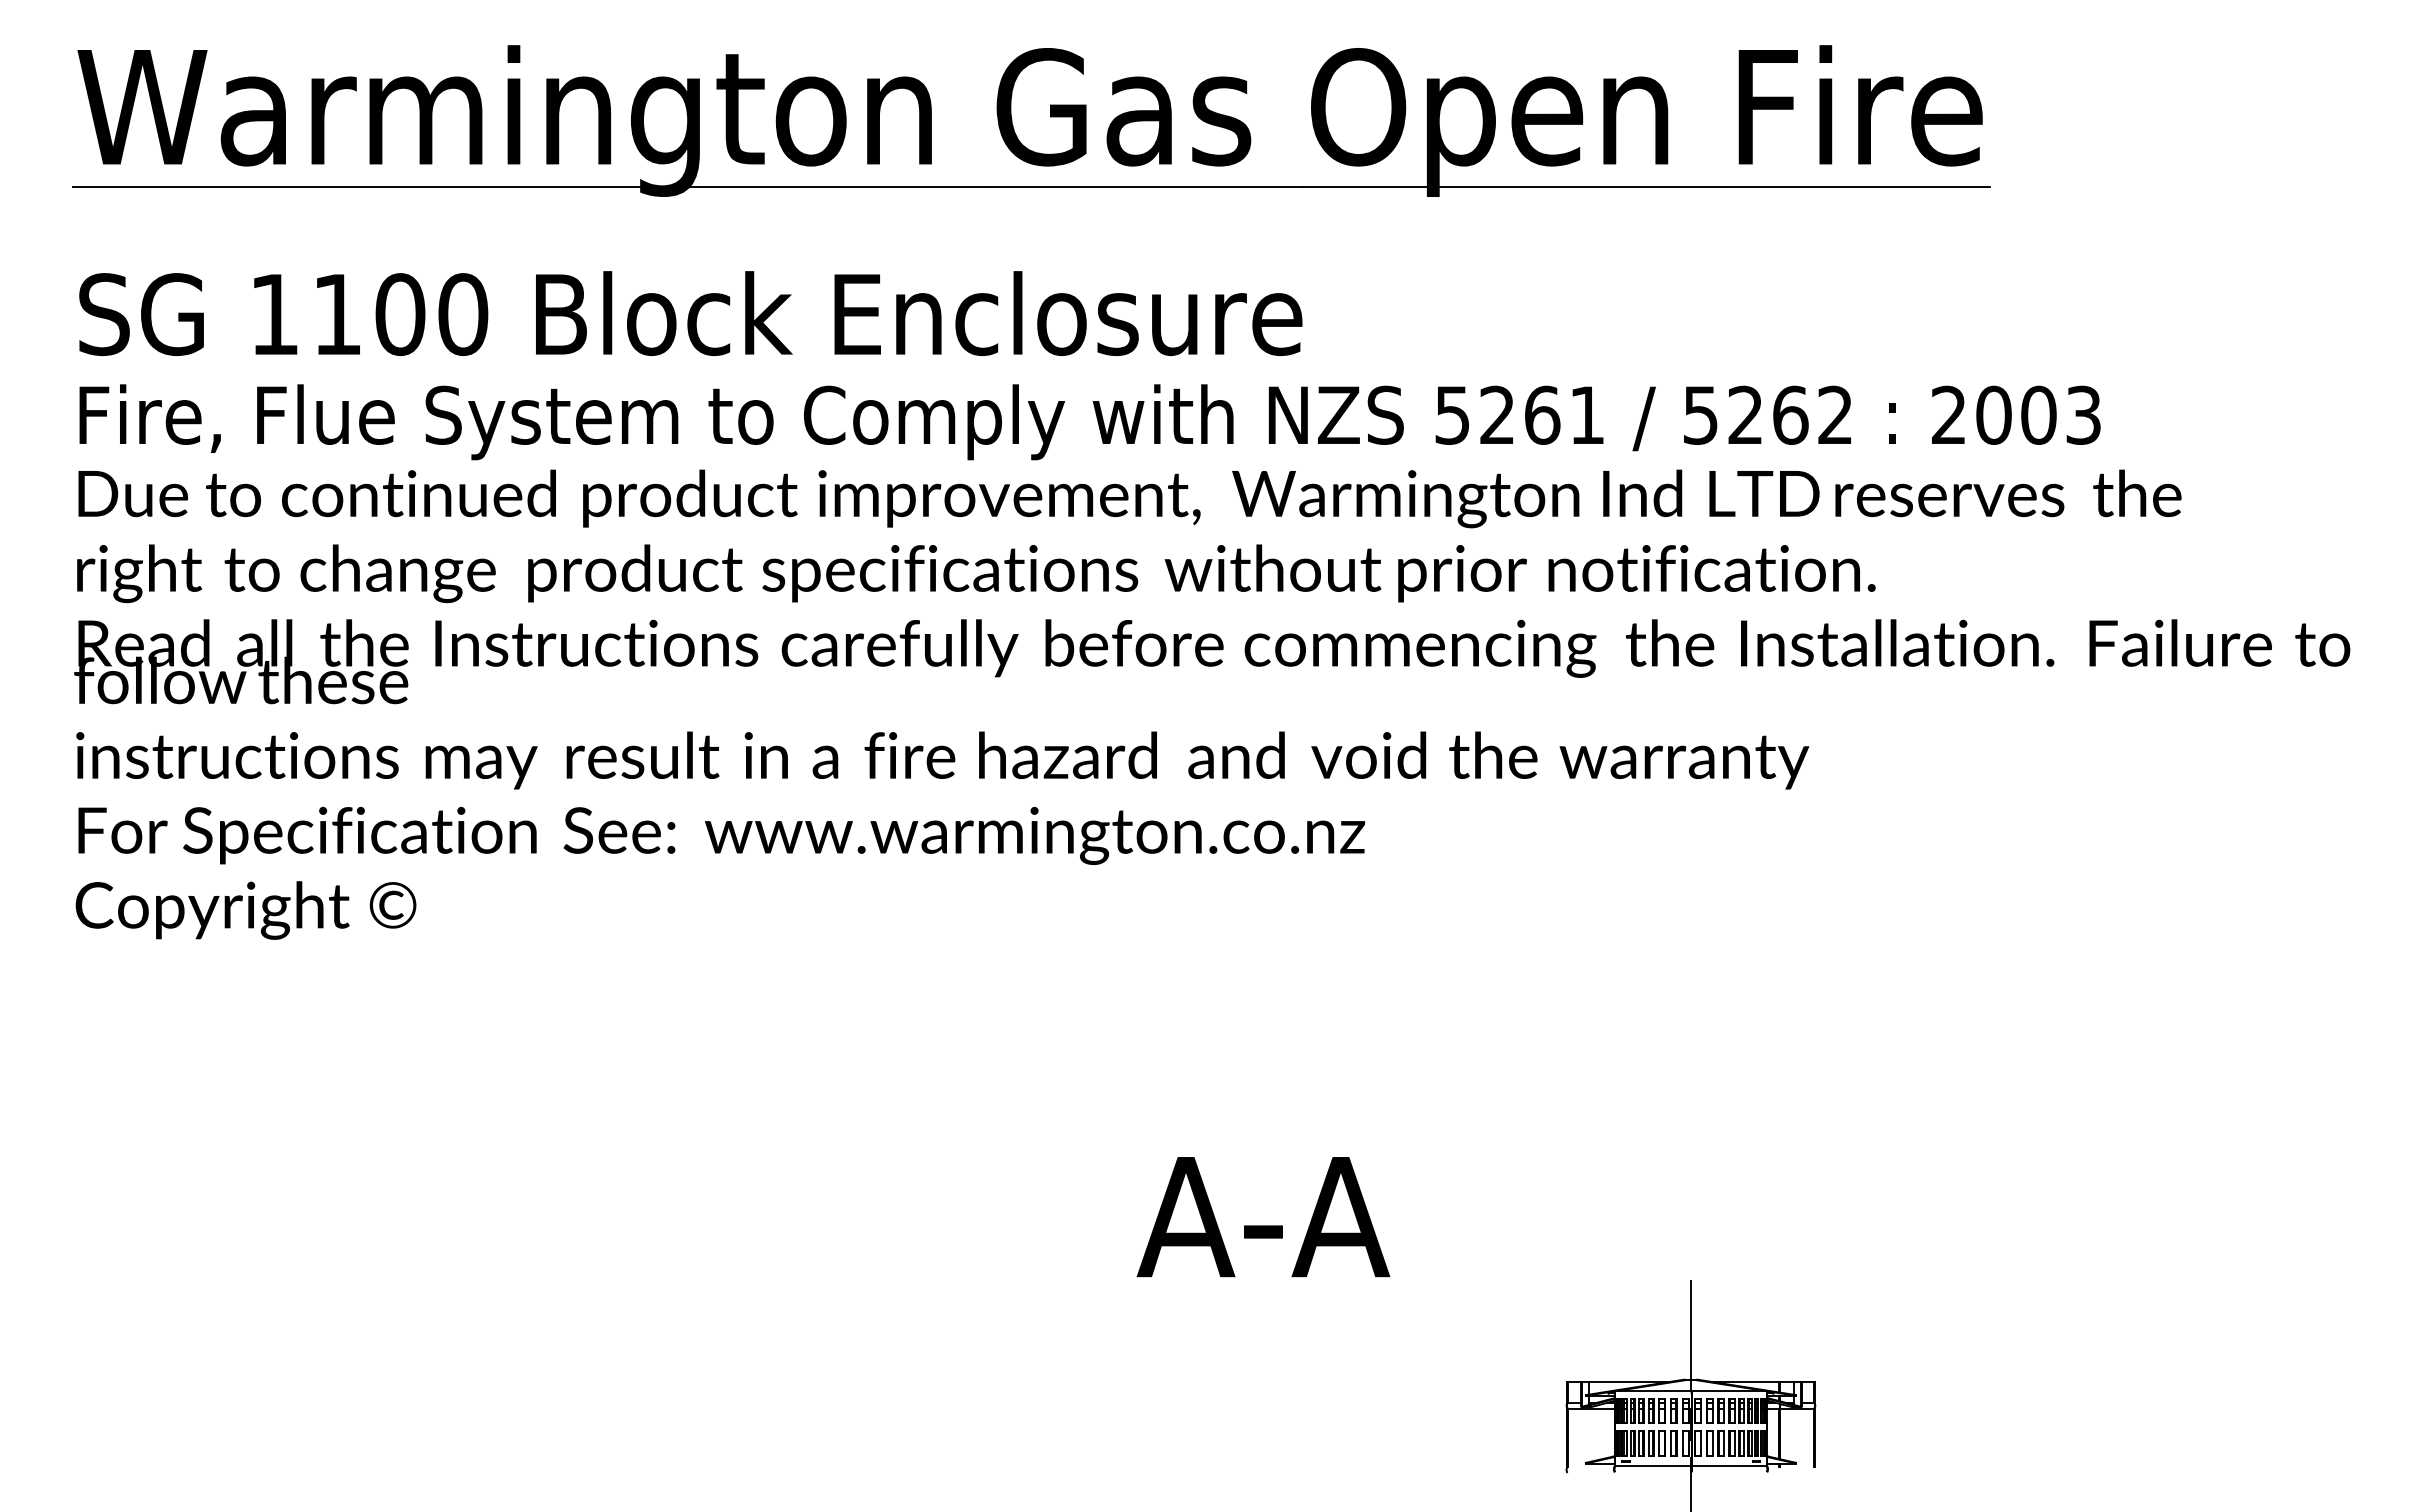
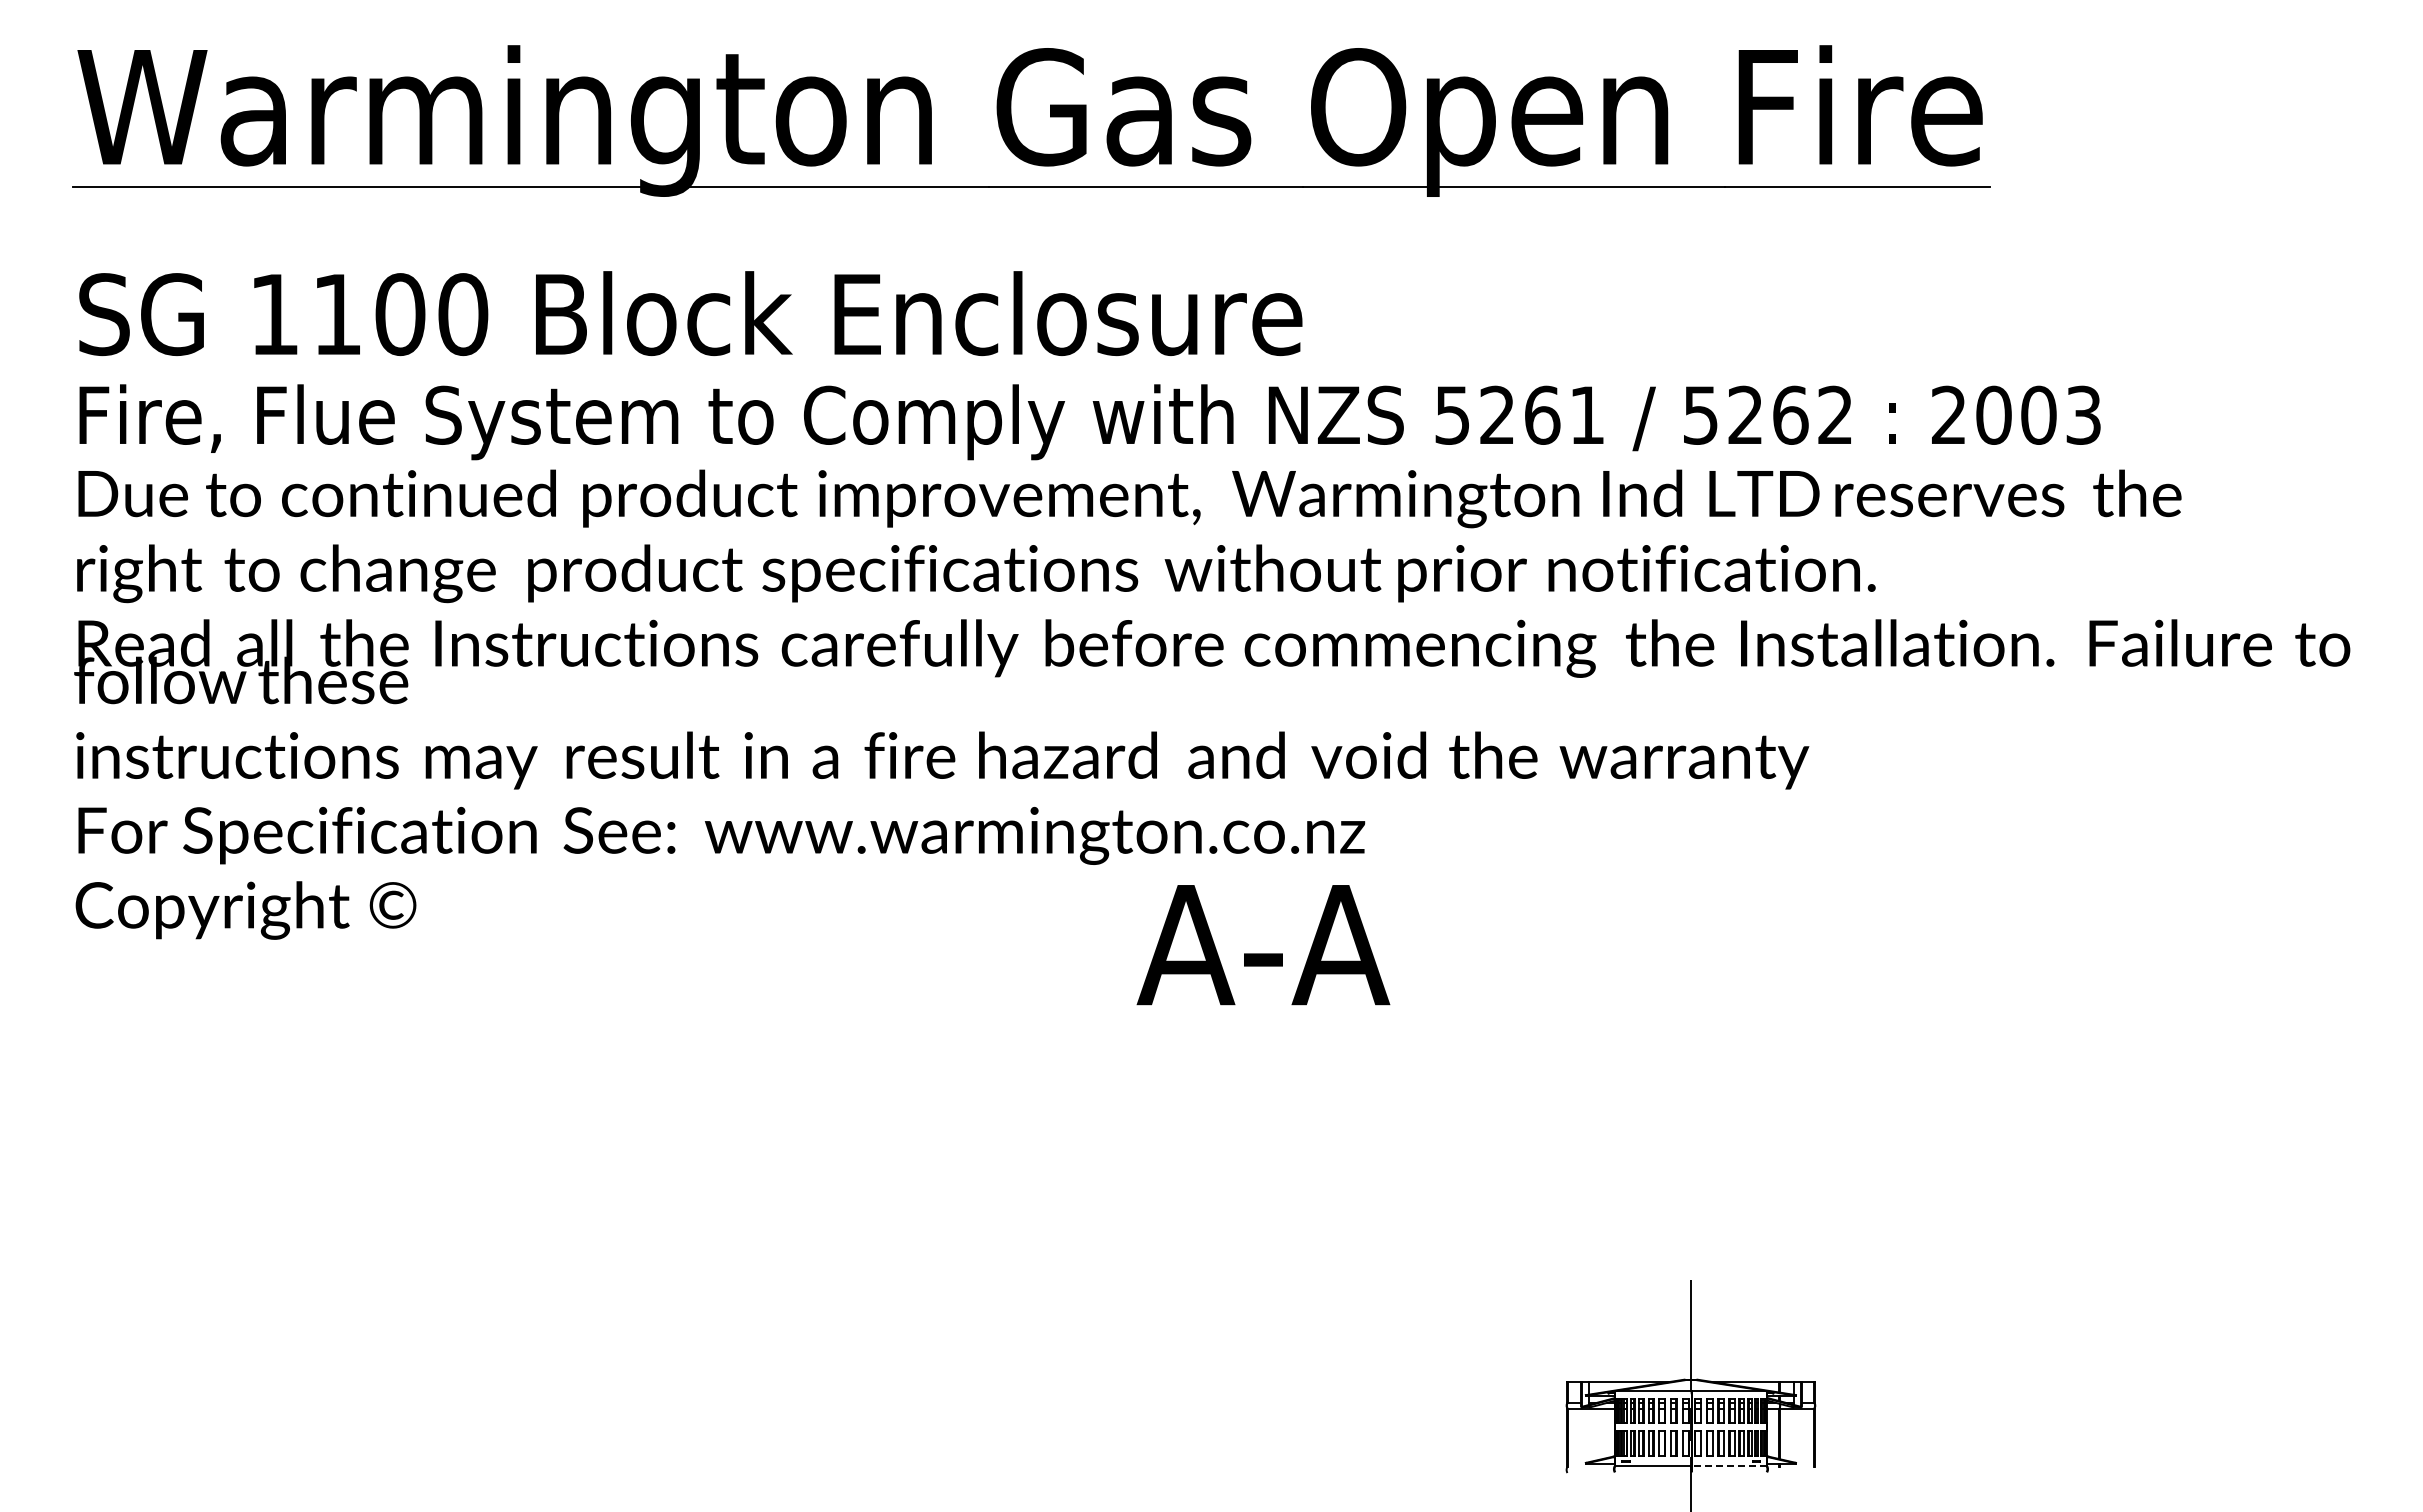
text at (1263, 1217) position: (1263, 1217) -> (1263, 945)
line at (1728, 1466): solid -> dashed
